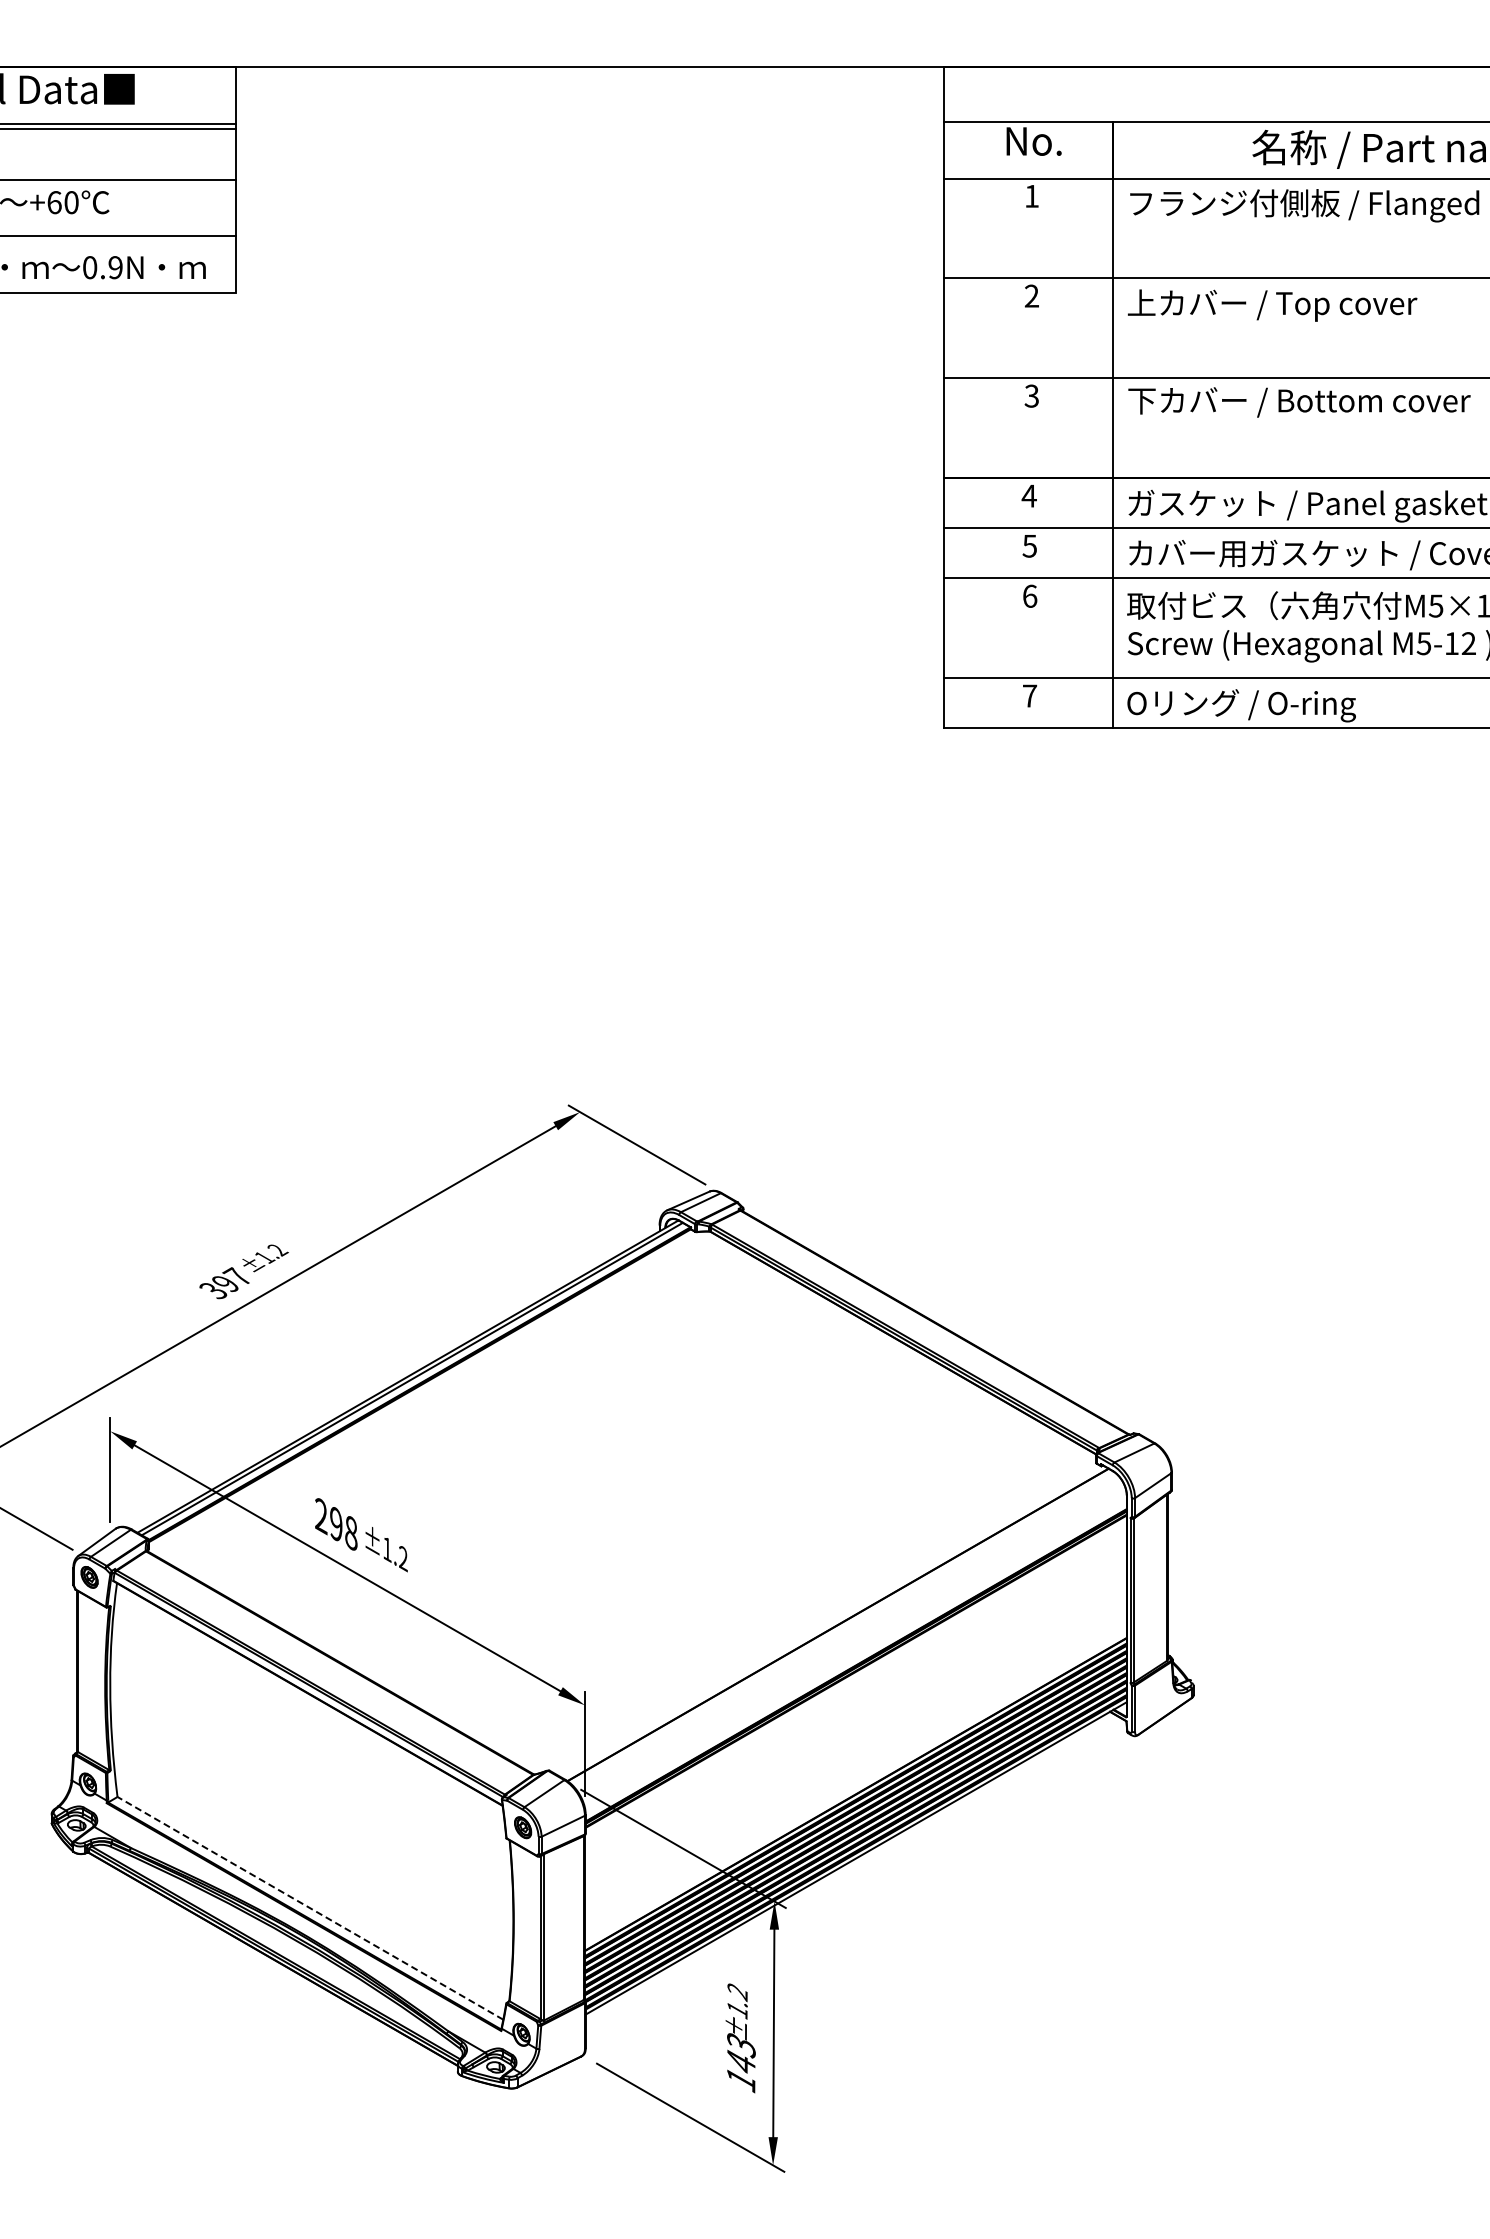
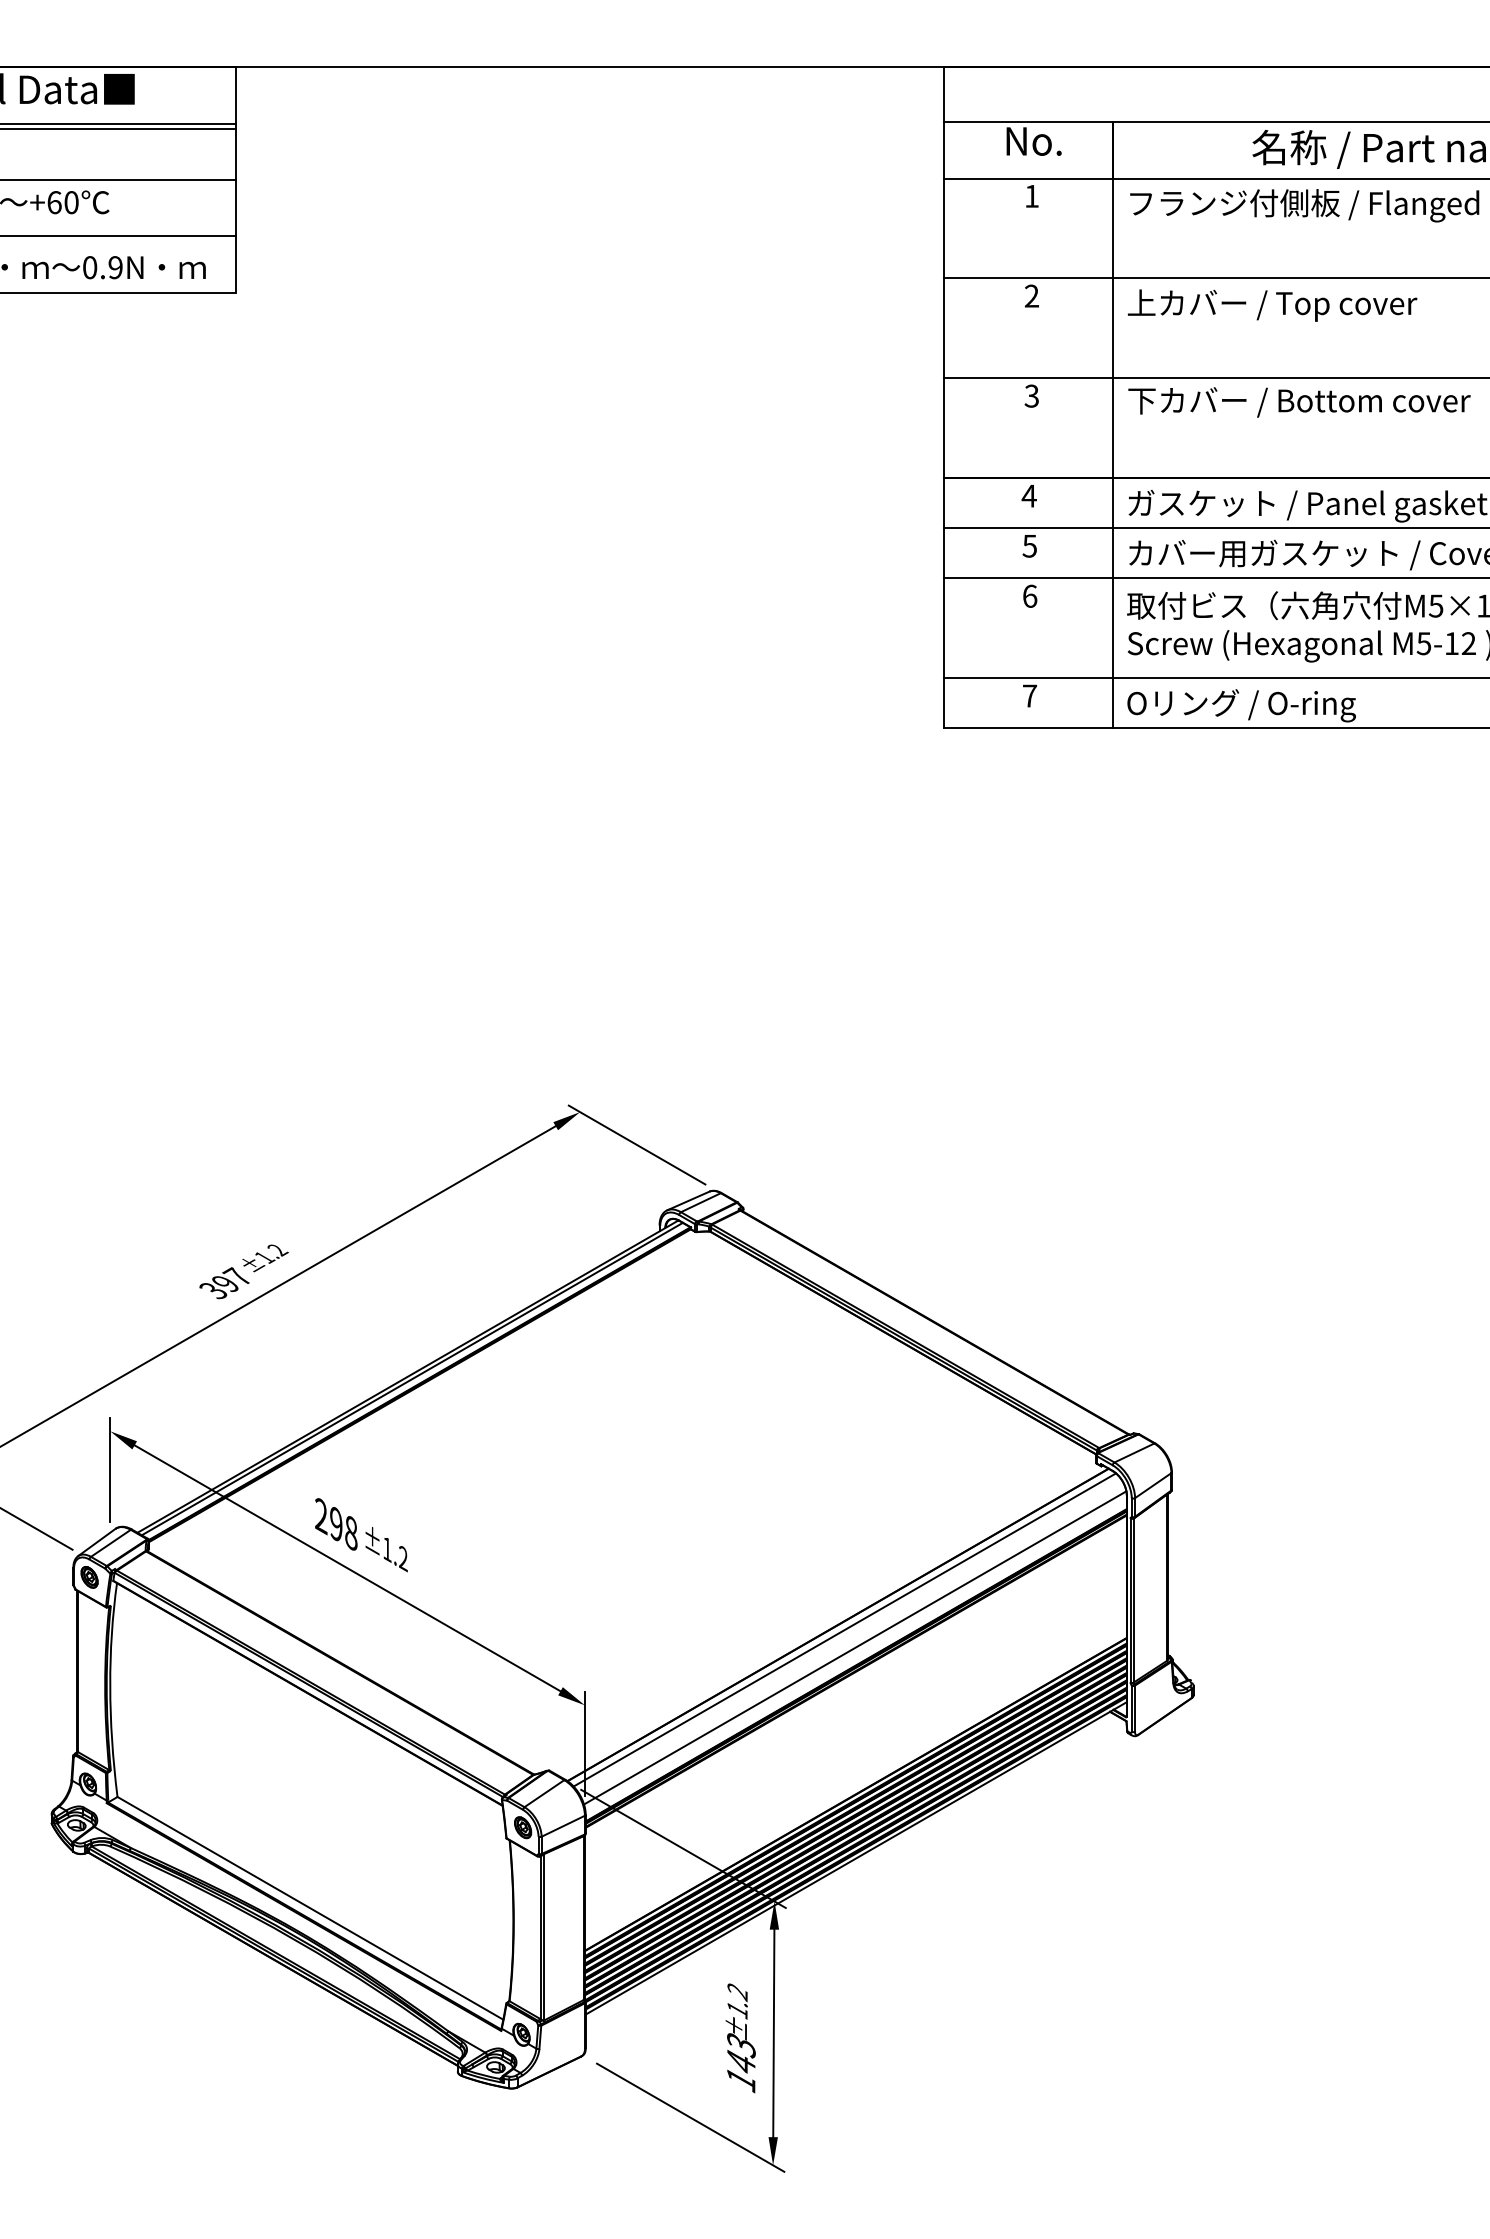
line at (844, 1629): none -> present
line at (855, 1647): none -> present
line at (310, 1908): dashed -> solid
